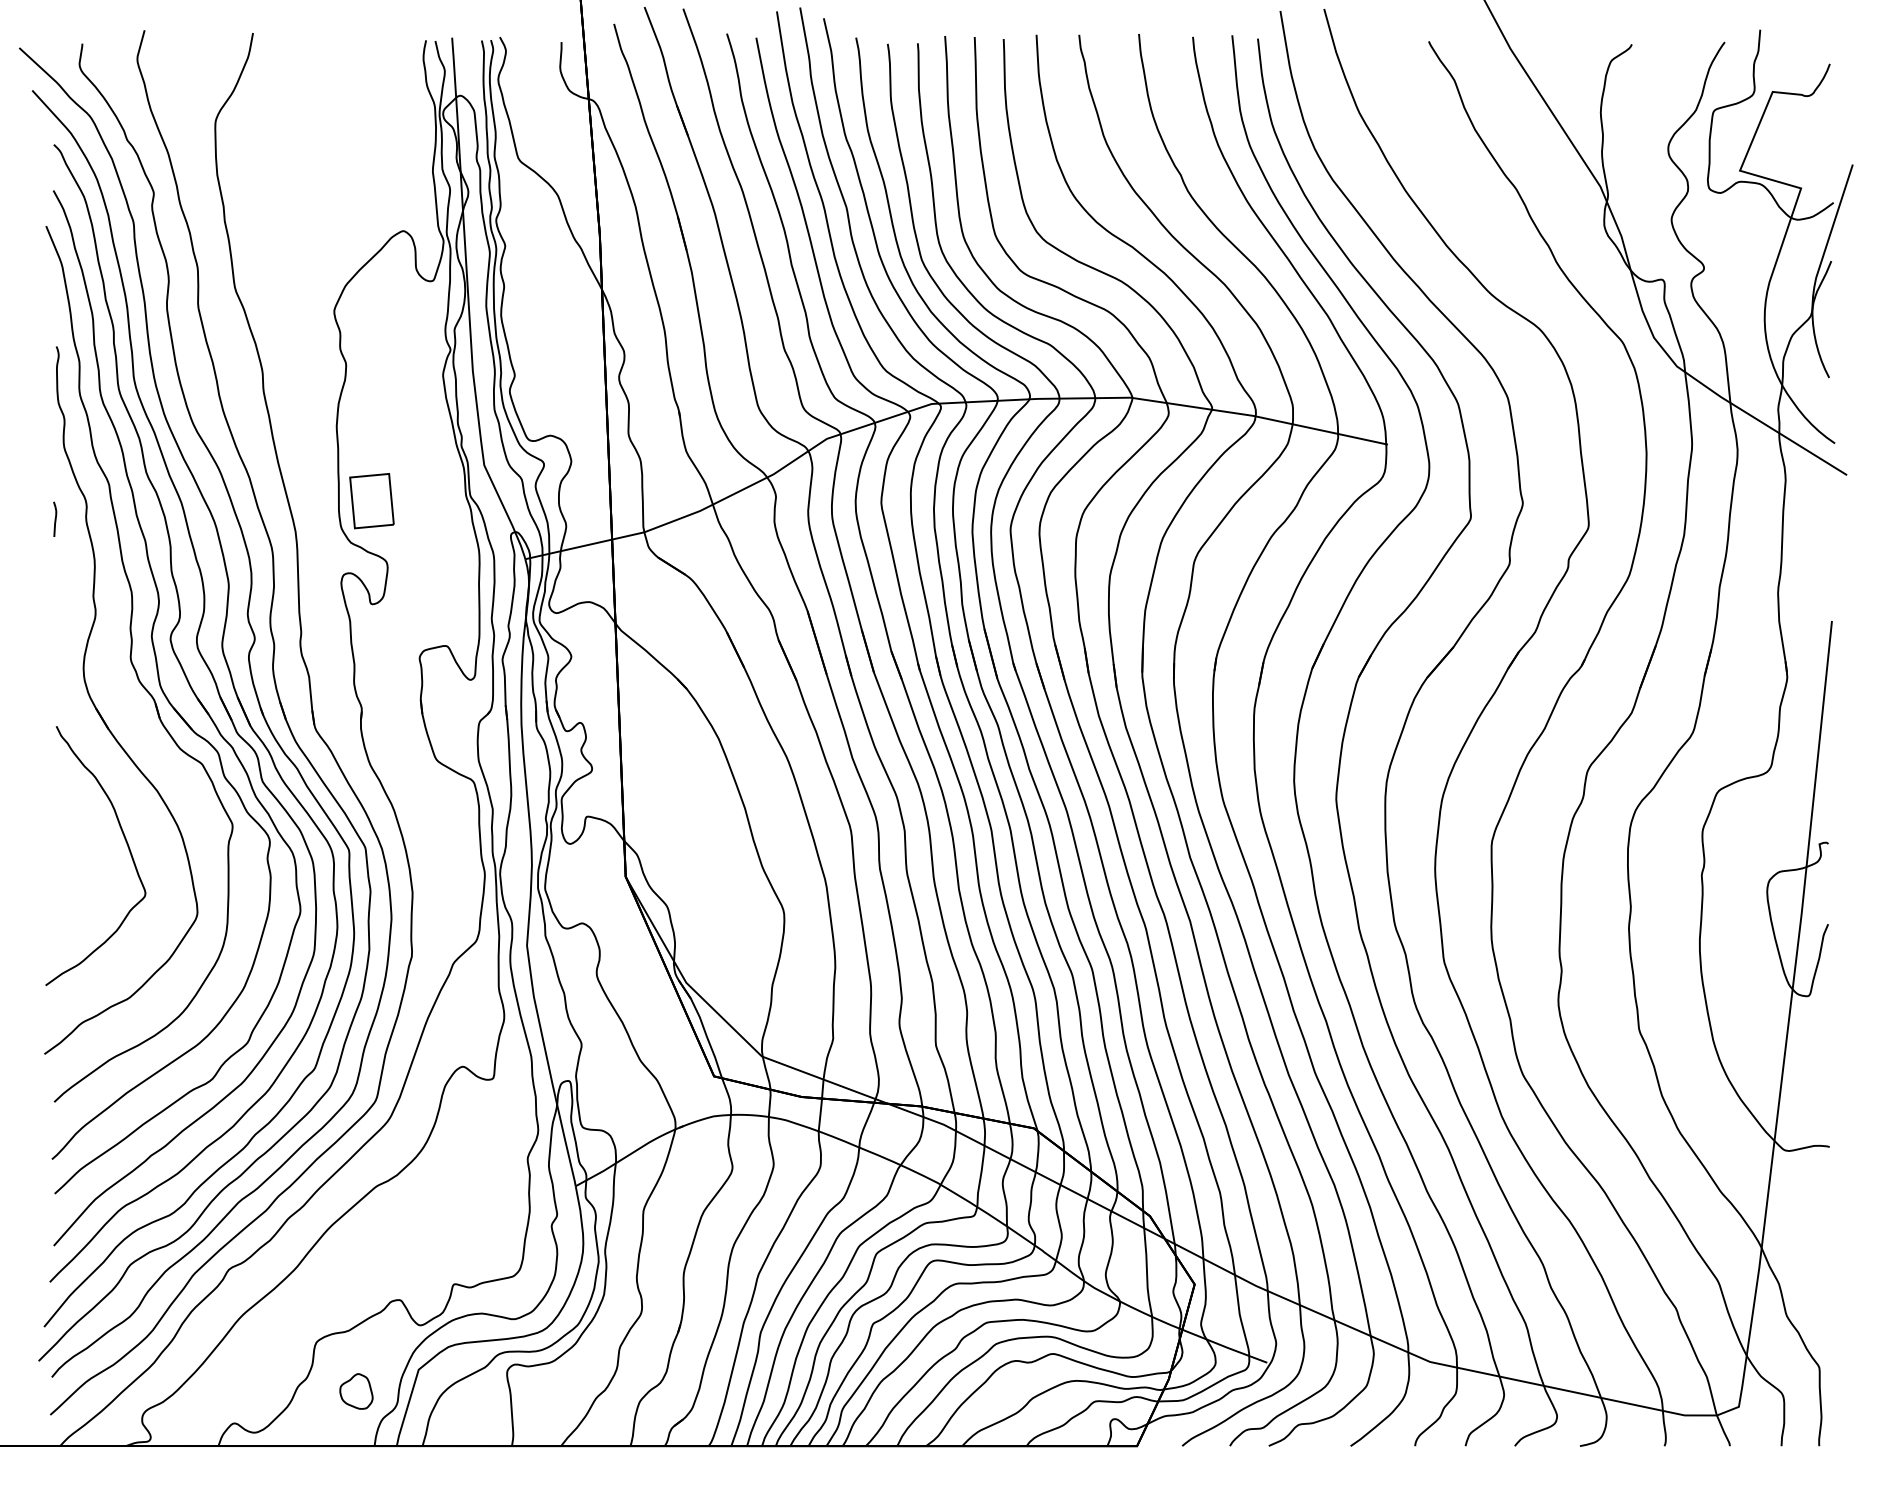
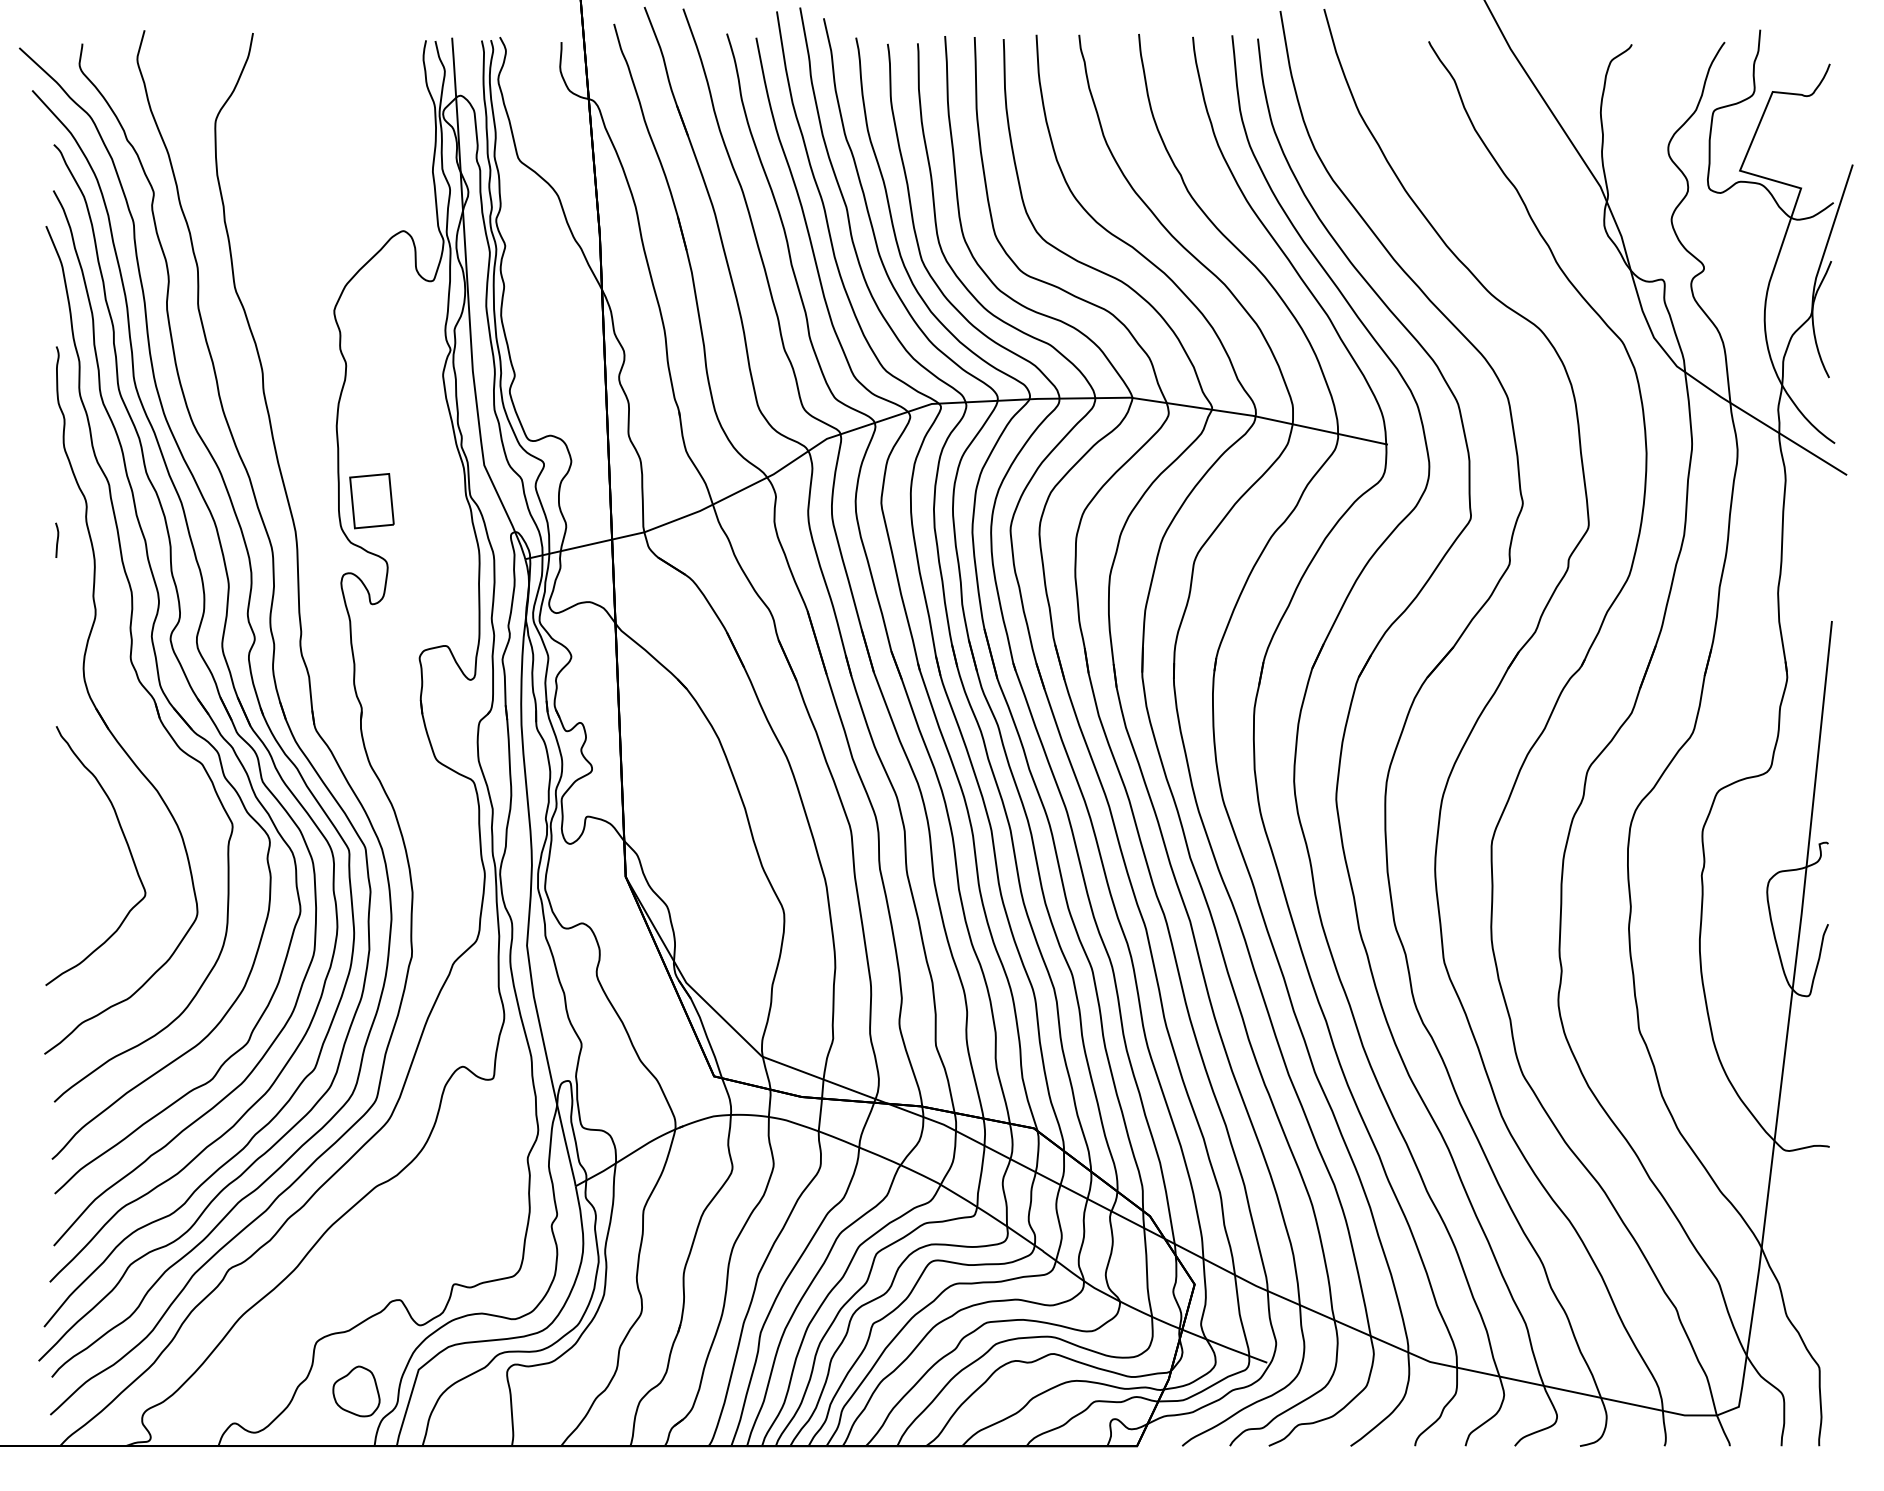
curve at (55, 518) position: (55, 518) -> (57, 539)
part at (356, 1391) size: 35x37 px -> 49x53 px
